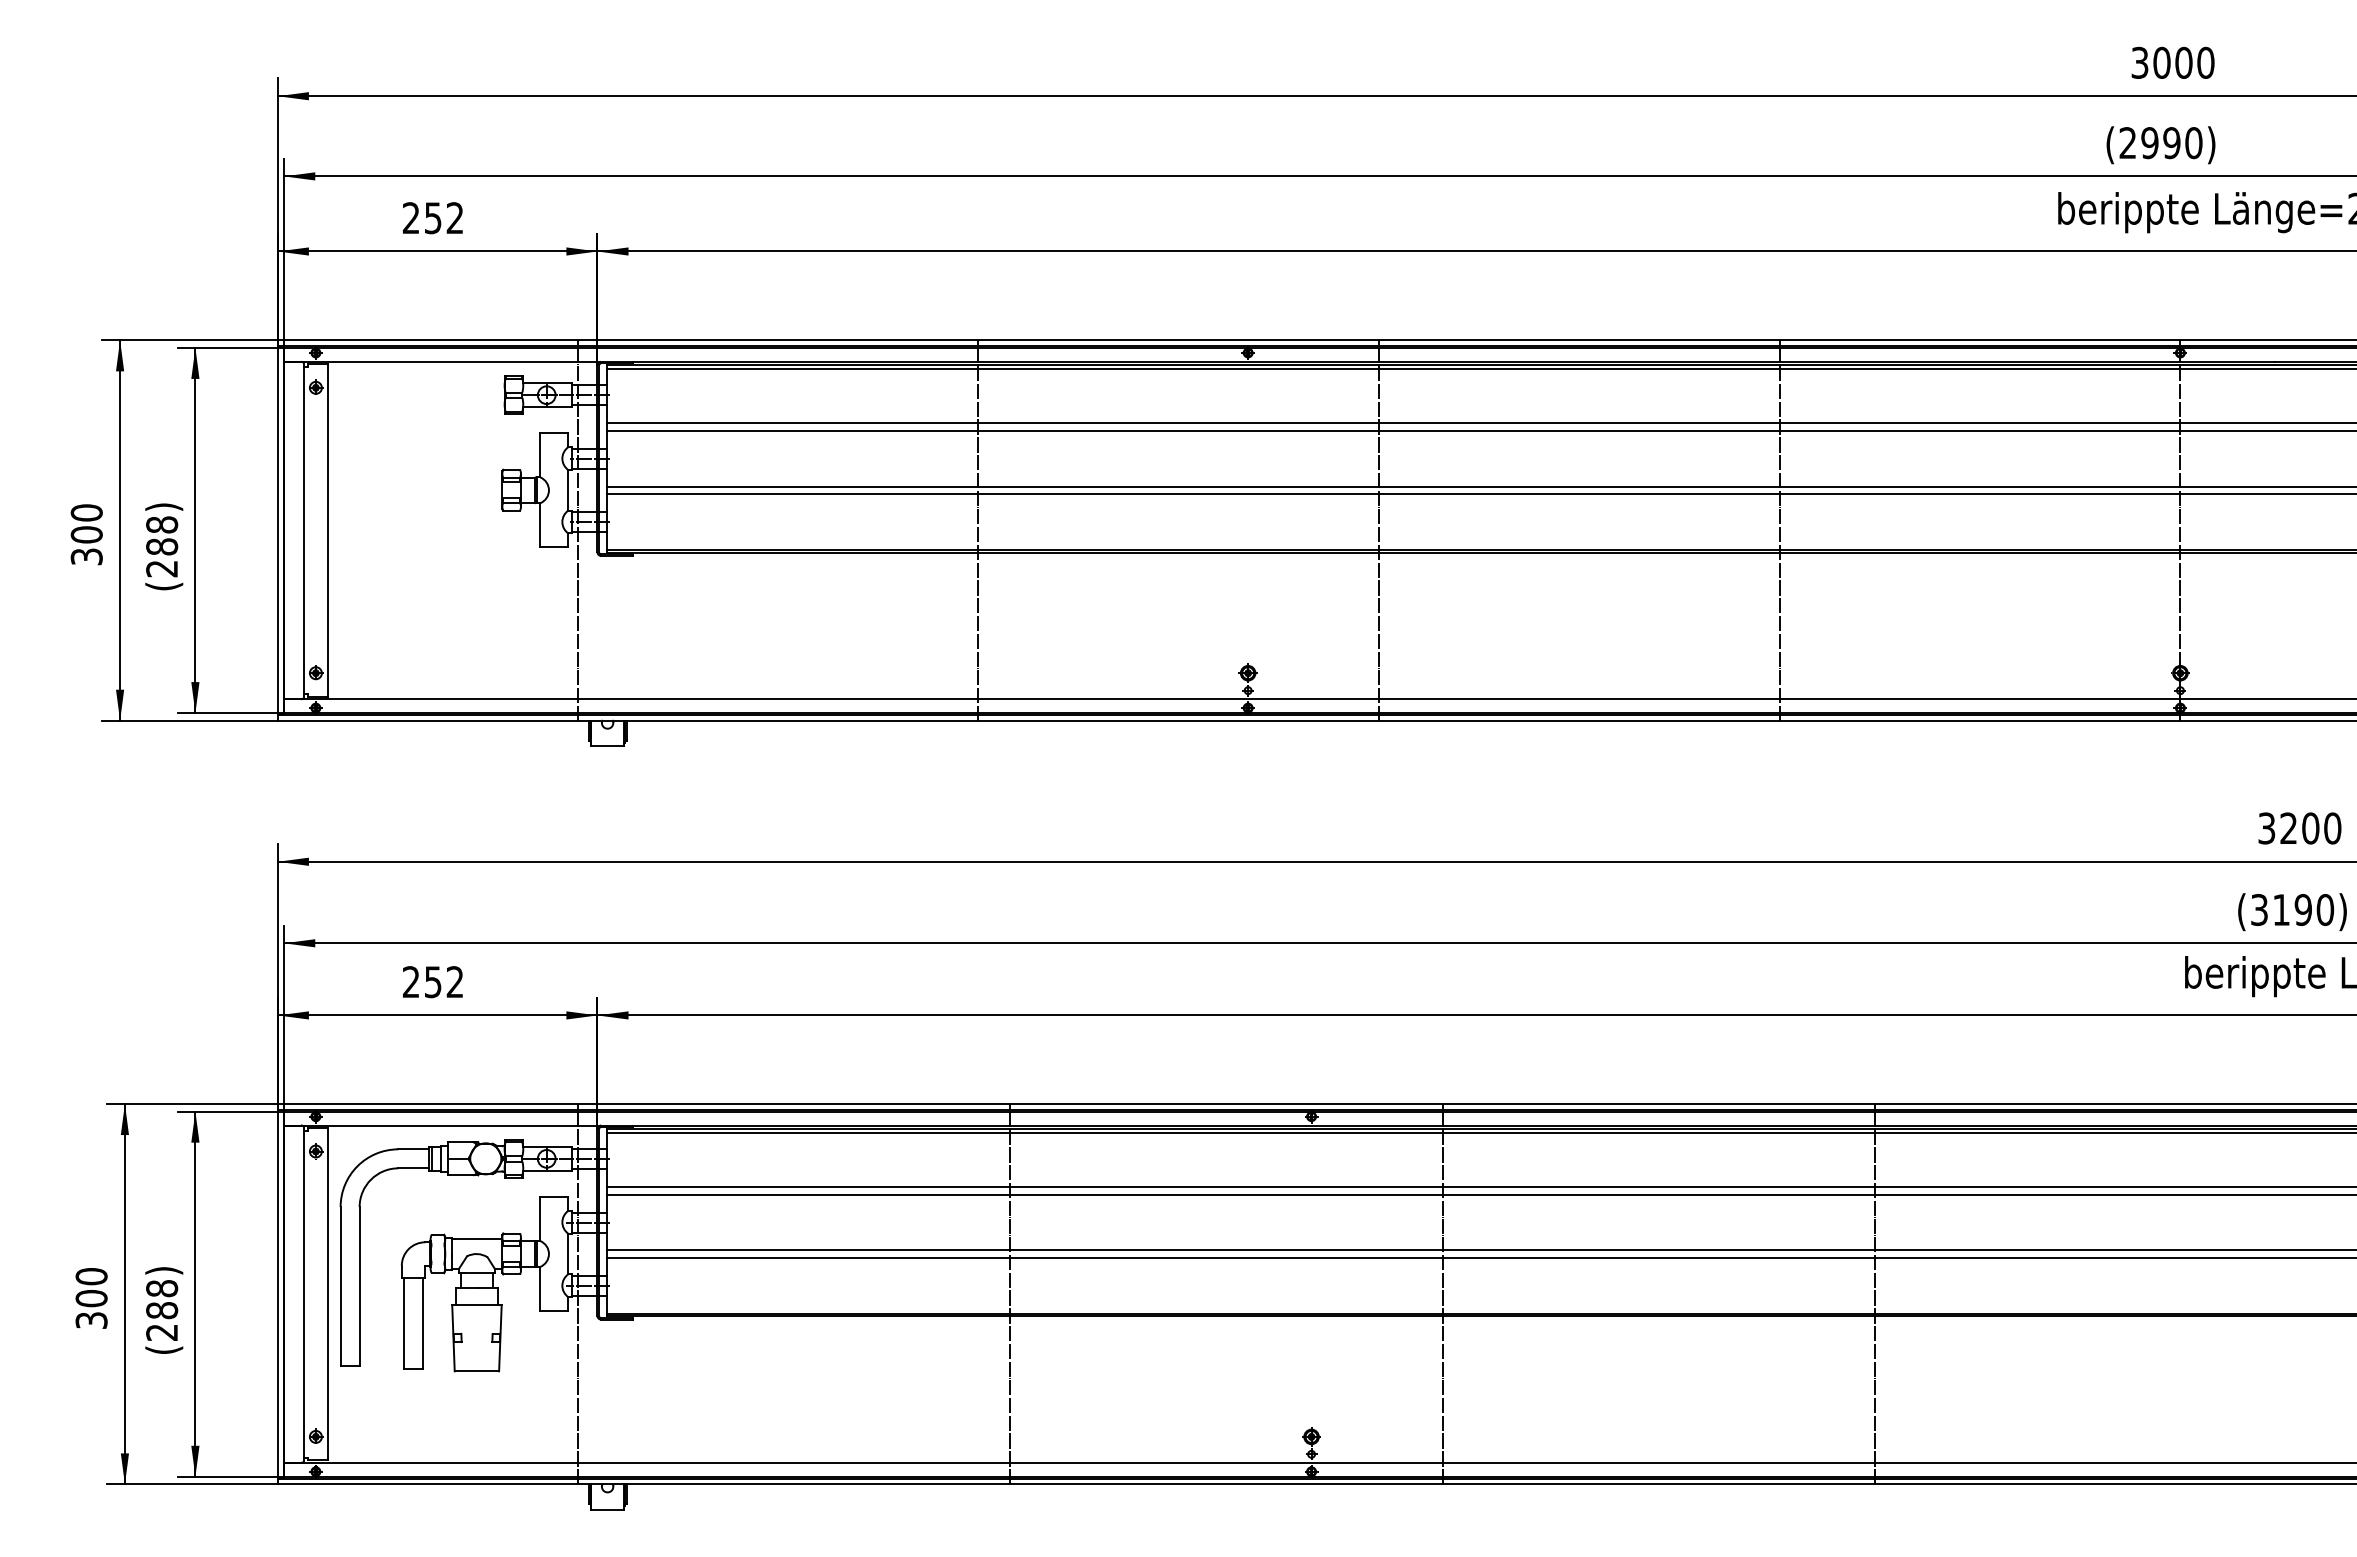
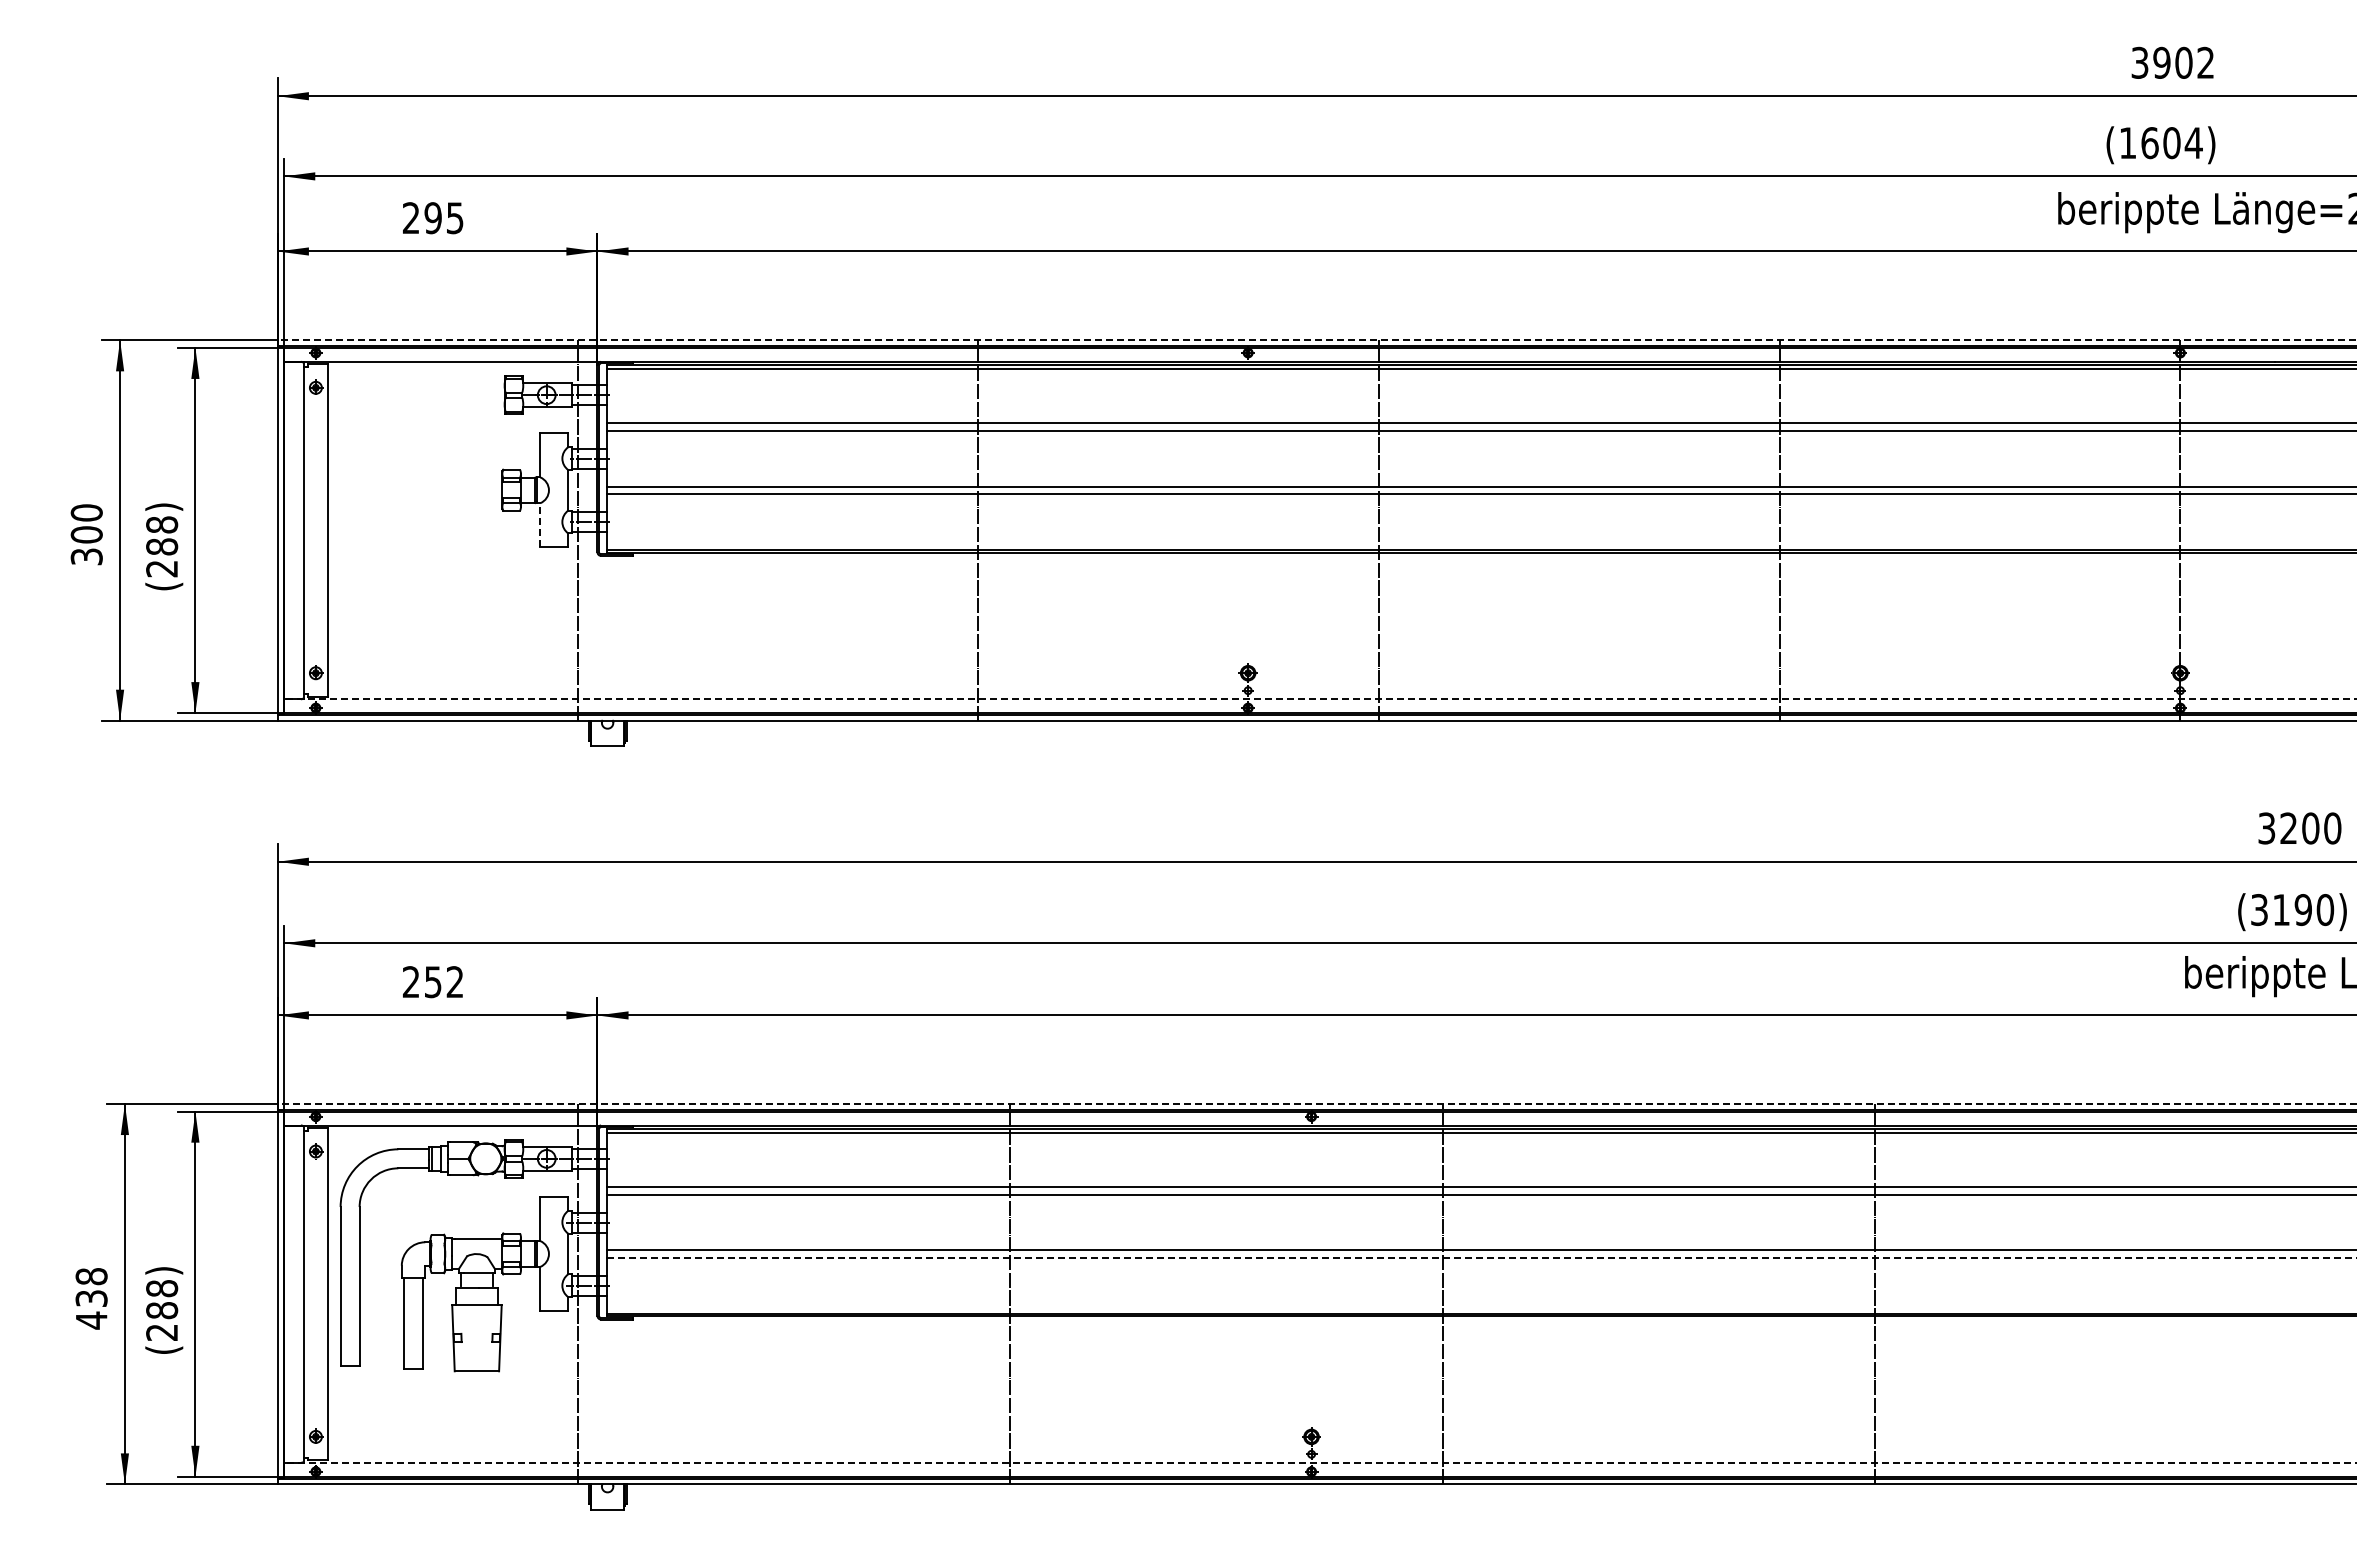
text at (2183, 62): 3000 -> 3902
text at (2160, 143): 2990 -> 1604
text at (443, 218): 252 -> 295
line at (1316, 340): solid -> dashed
line at (540, 524): solid -> dashed
line at (1319, 699): solid -> dashed
line at (1316, 1103): solid -> dashed
line at (1481, 1258): solid -> dashed
text at (91, 1298): 300 -> 438
line at (1319, 1462): solid -> dashed
